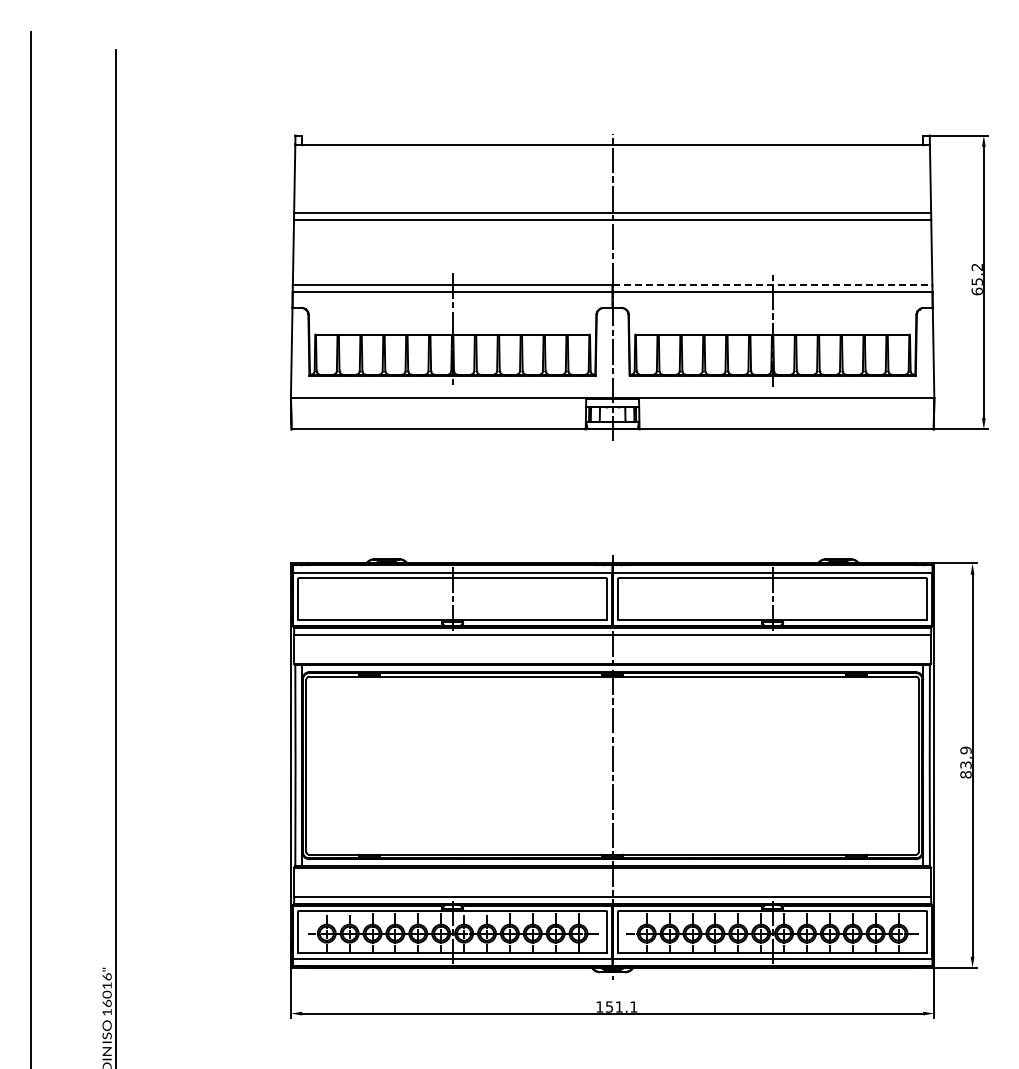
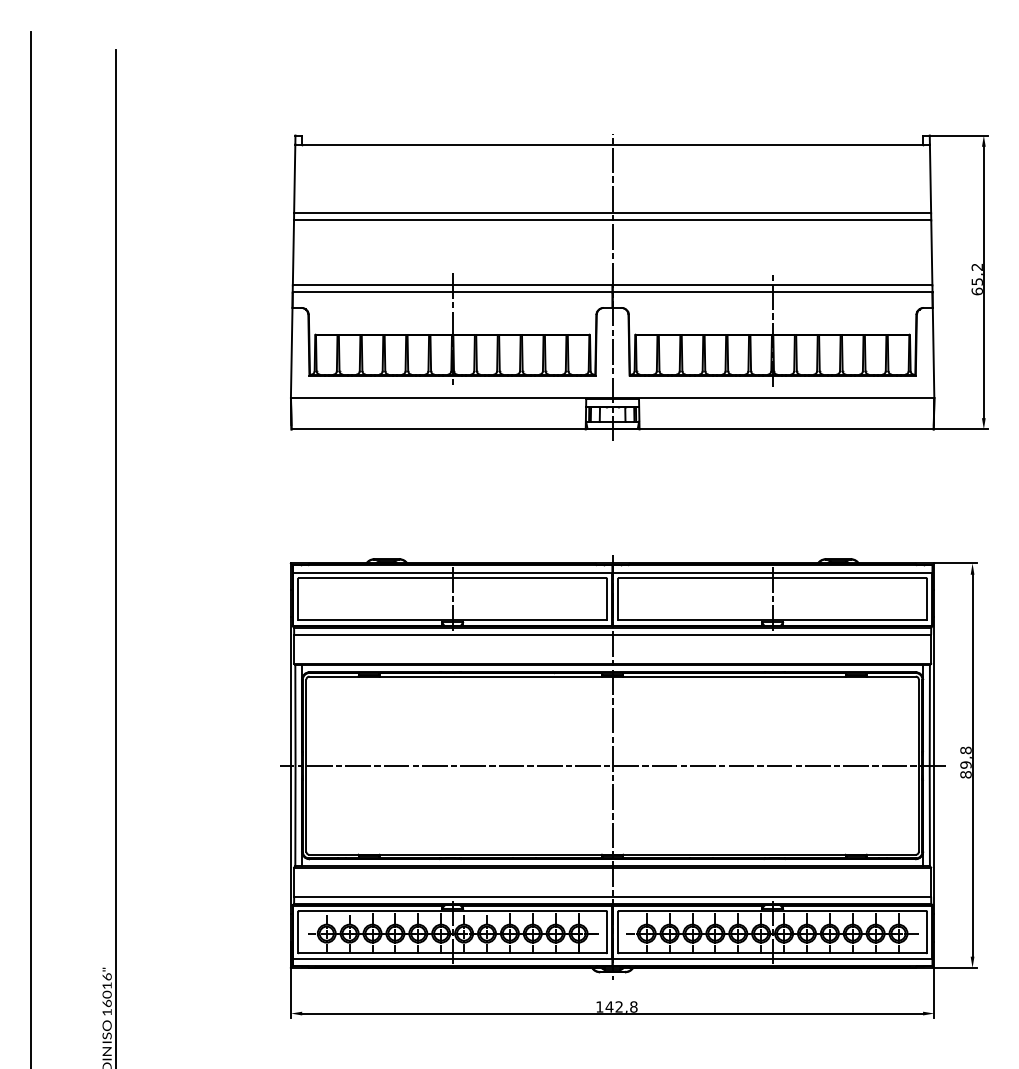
line at (772, 285): dashed -> solid
text at (965, 757): 83,9 -> 89,8
line at (612, 765): none -> present
text at (621, 1006): 151,1 -> 142,8
